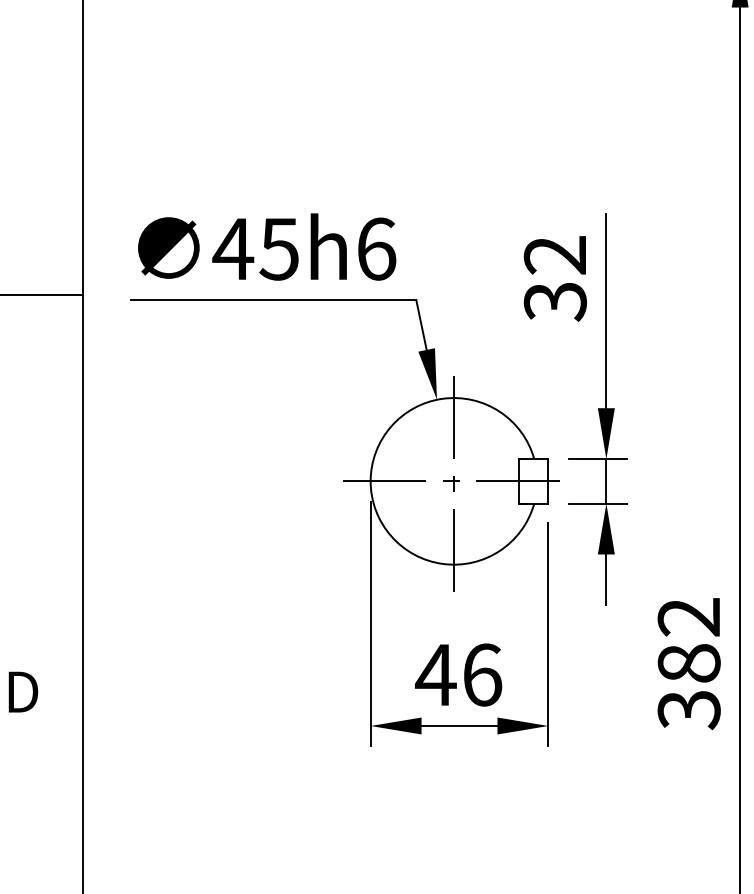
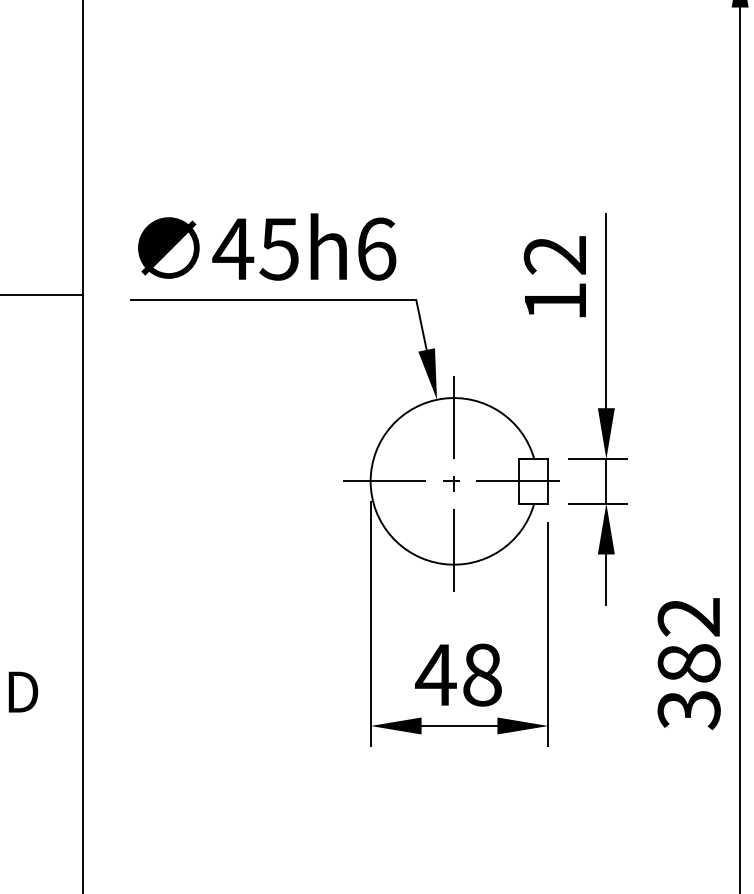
text at (554, 302): 32 -> 12
text at (482, 674): 46 -> 48
